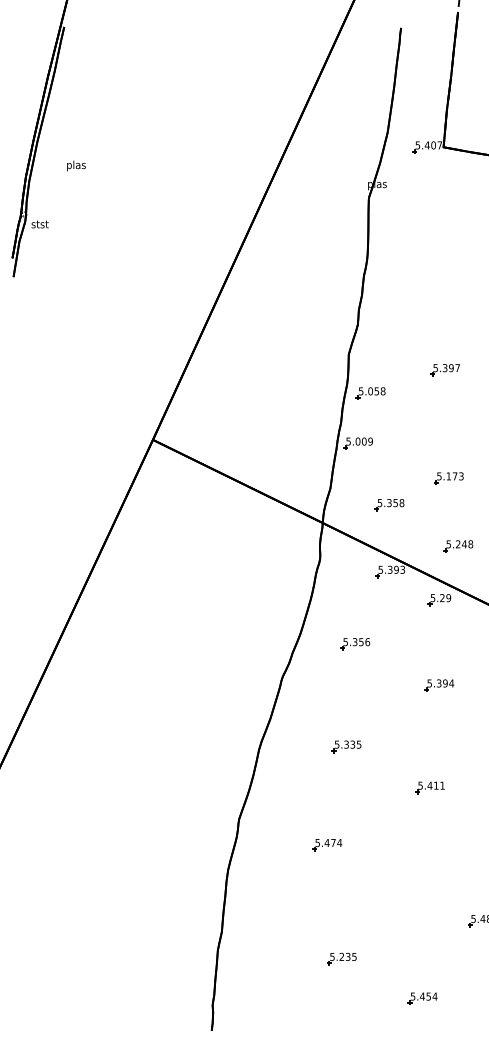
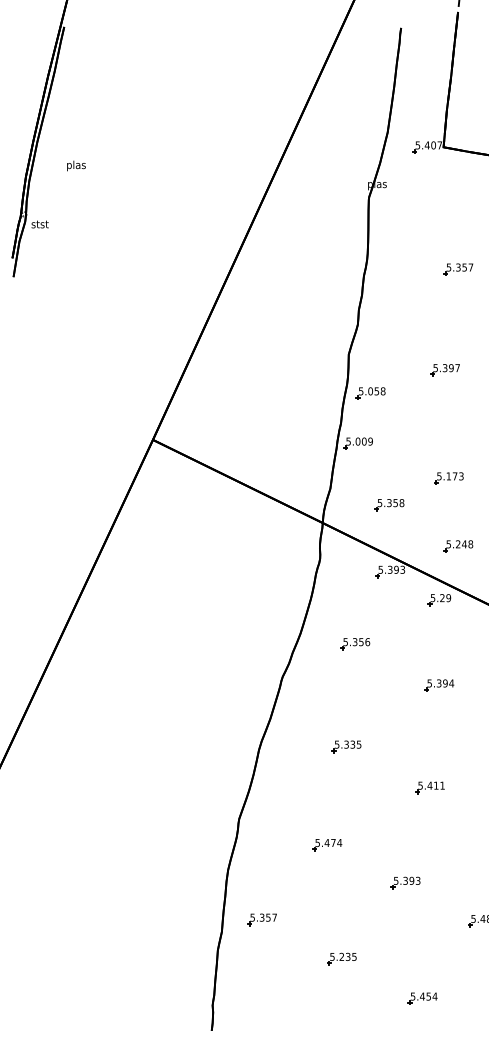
part at (458, 269): none -> present
part at (405, 882): none -> present
part at (261, 919): none -> present
